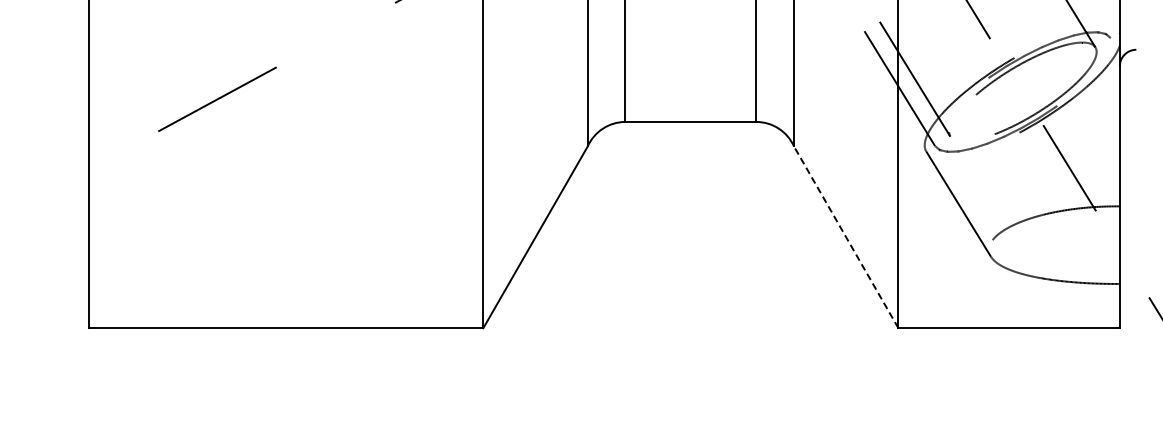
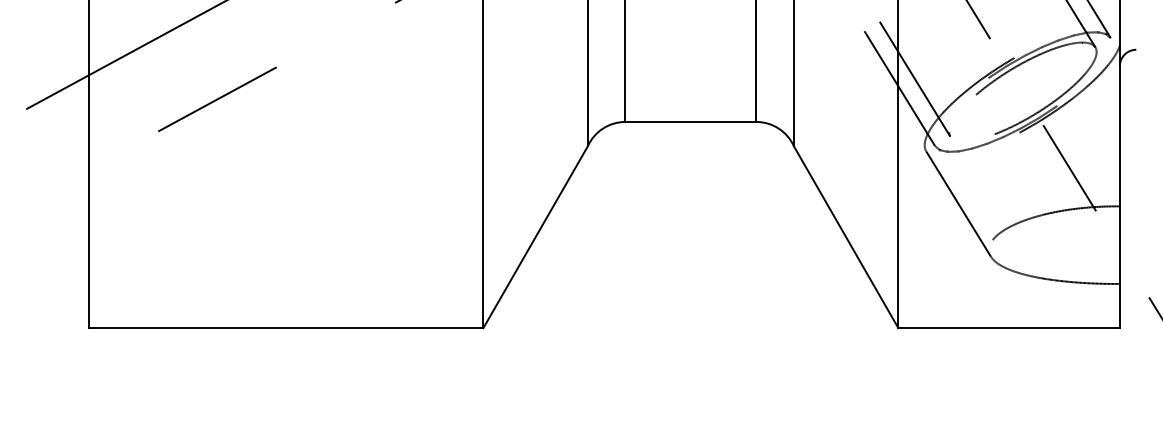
line at (1099, 20): none -> present
line at (124, 55): none -> present
line at (846, 237): dashed -> solid
